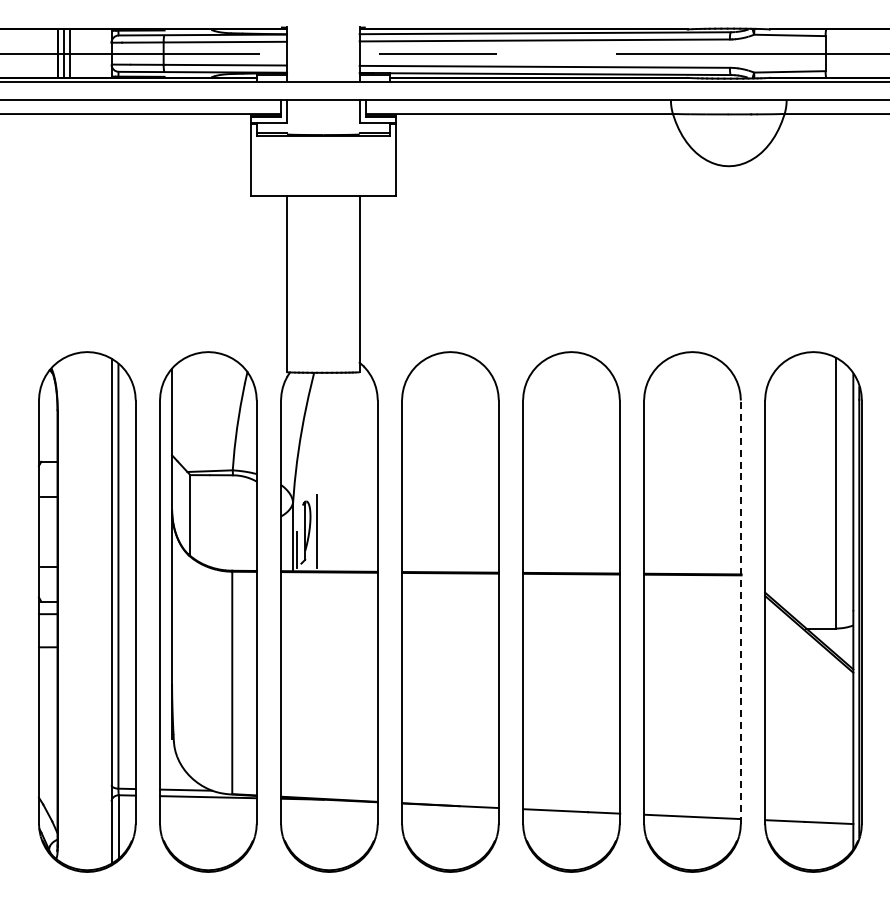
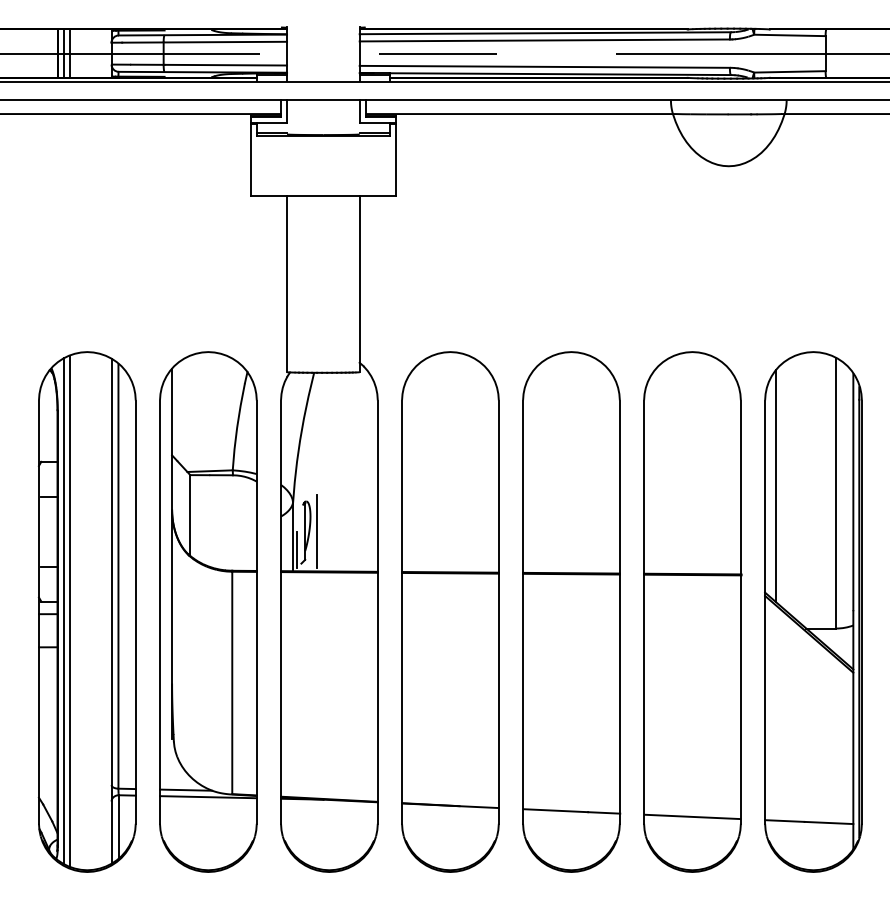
line at (775, 486): none -> present
line at (69, 610): none -> present
line at (63, 611): none -> present
line at (740, 612): dashed -> solid
